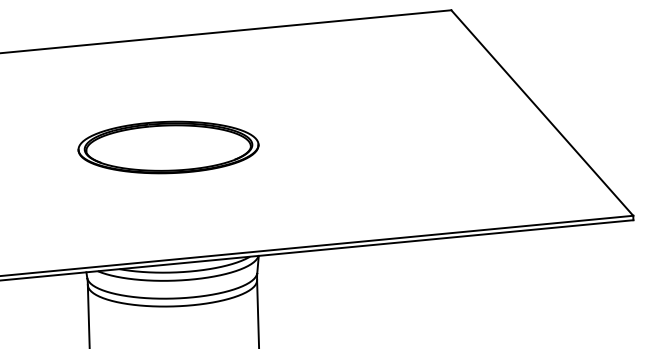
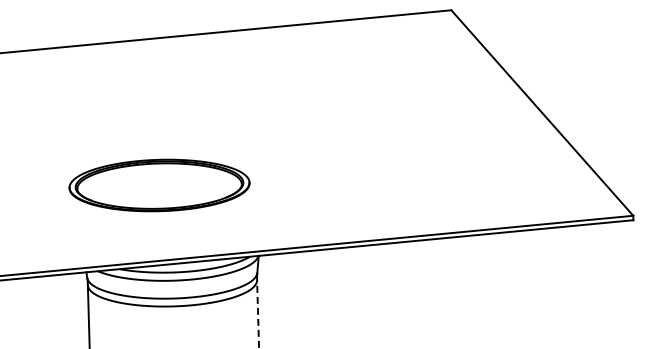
part at (168, 147) position: (168, 147) -> (159, 185)
line at (258, 314): solid -> dashed
